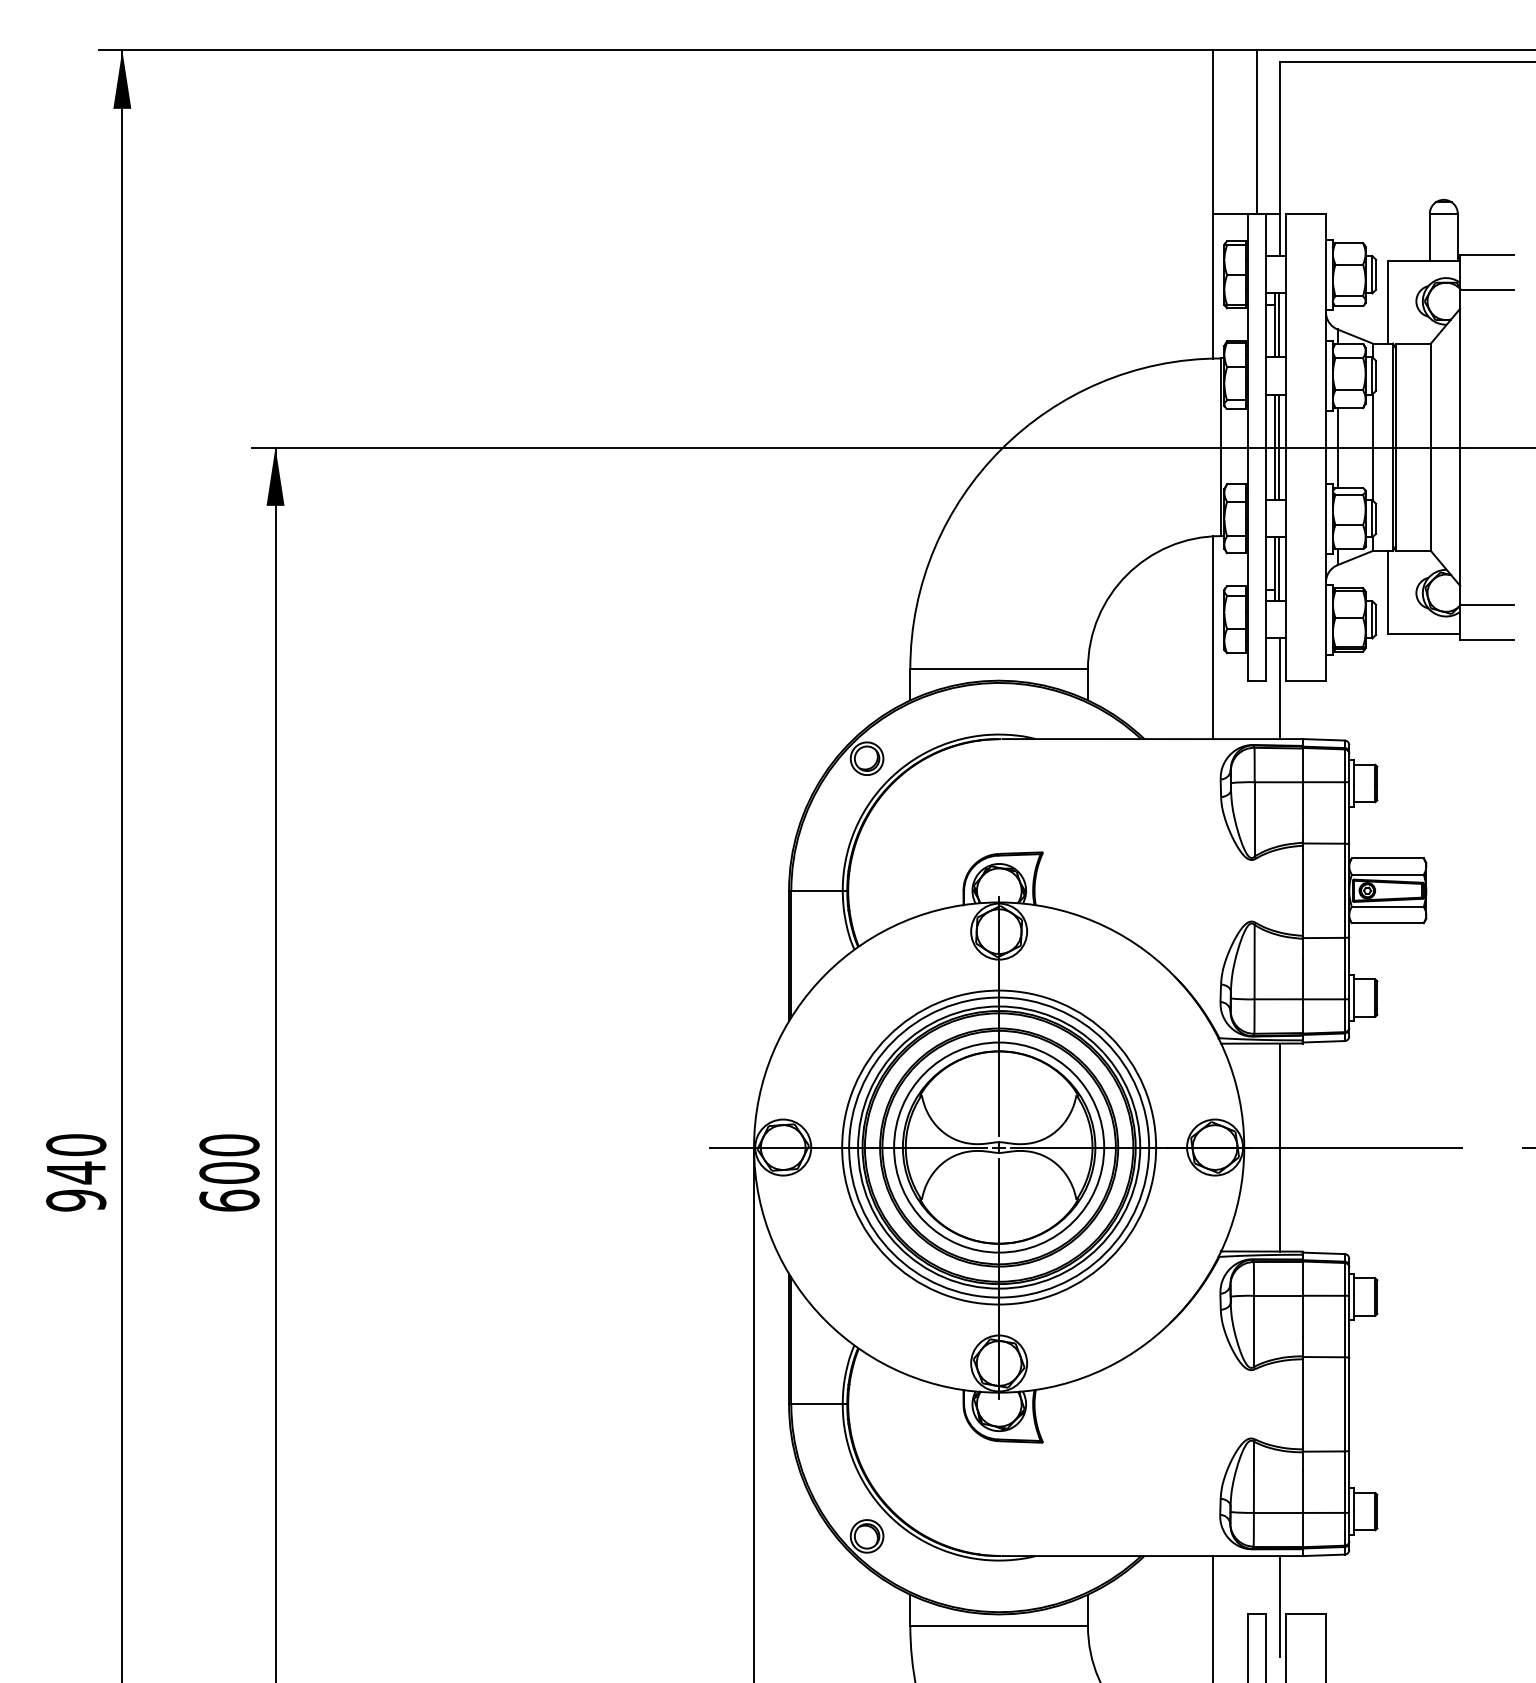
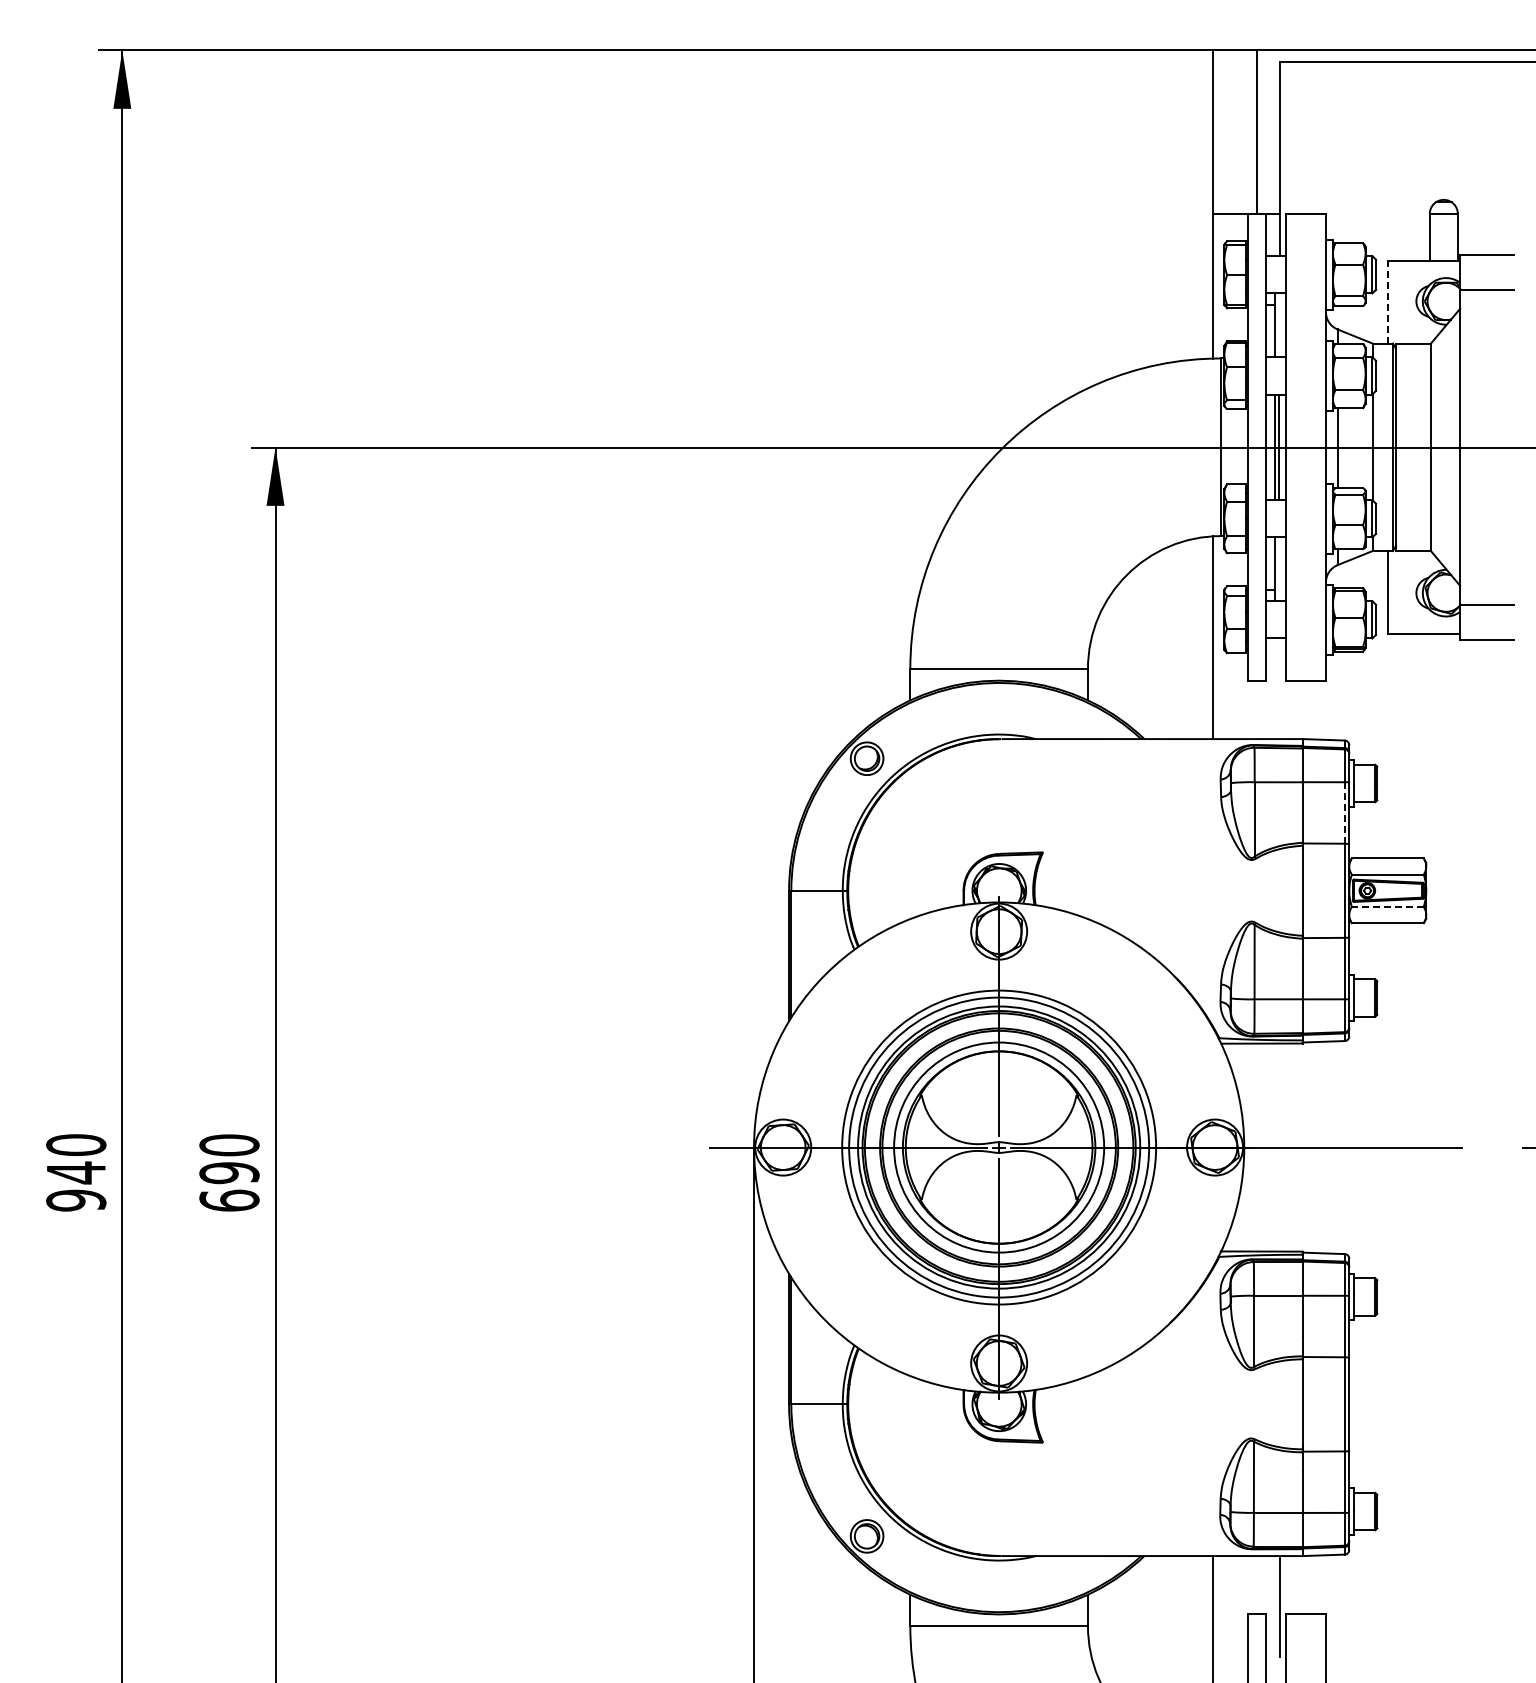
line at (1387, 301): solid -> dashed
line at (1279, 325): present -> none
line at (1279, 569): present -> none
line at (1280, 688): present -> none
line at (1344, 812): solid -> dashed
line at (1387, 906): solid -> dashed
line at (1280, 1147): present -> none
text at (229, 1173): 600 -> 690
